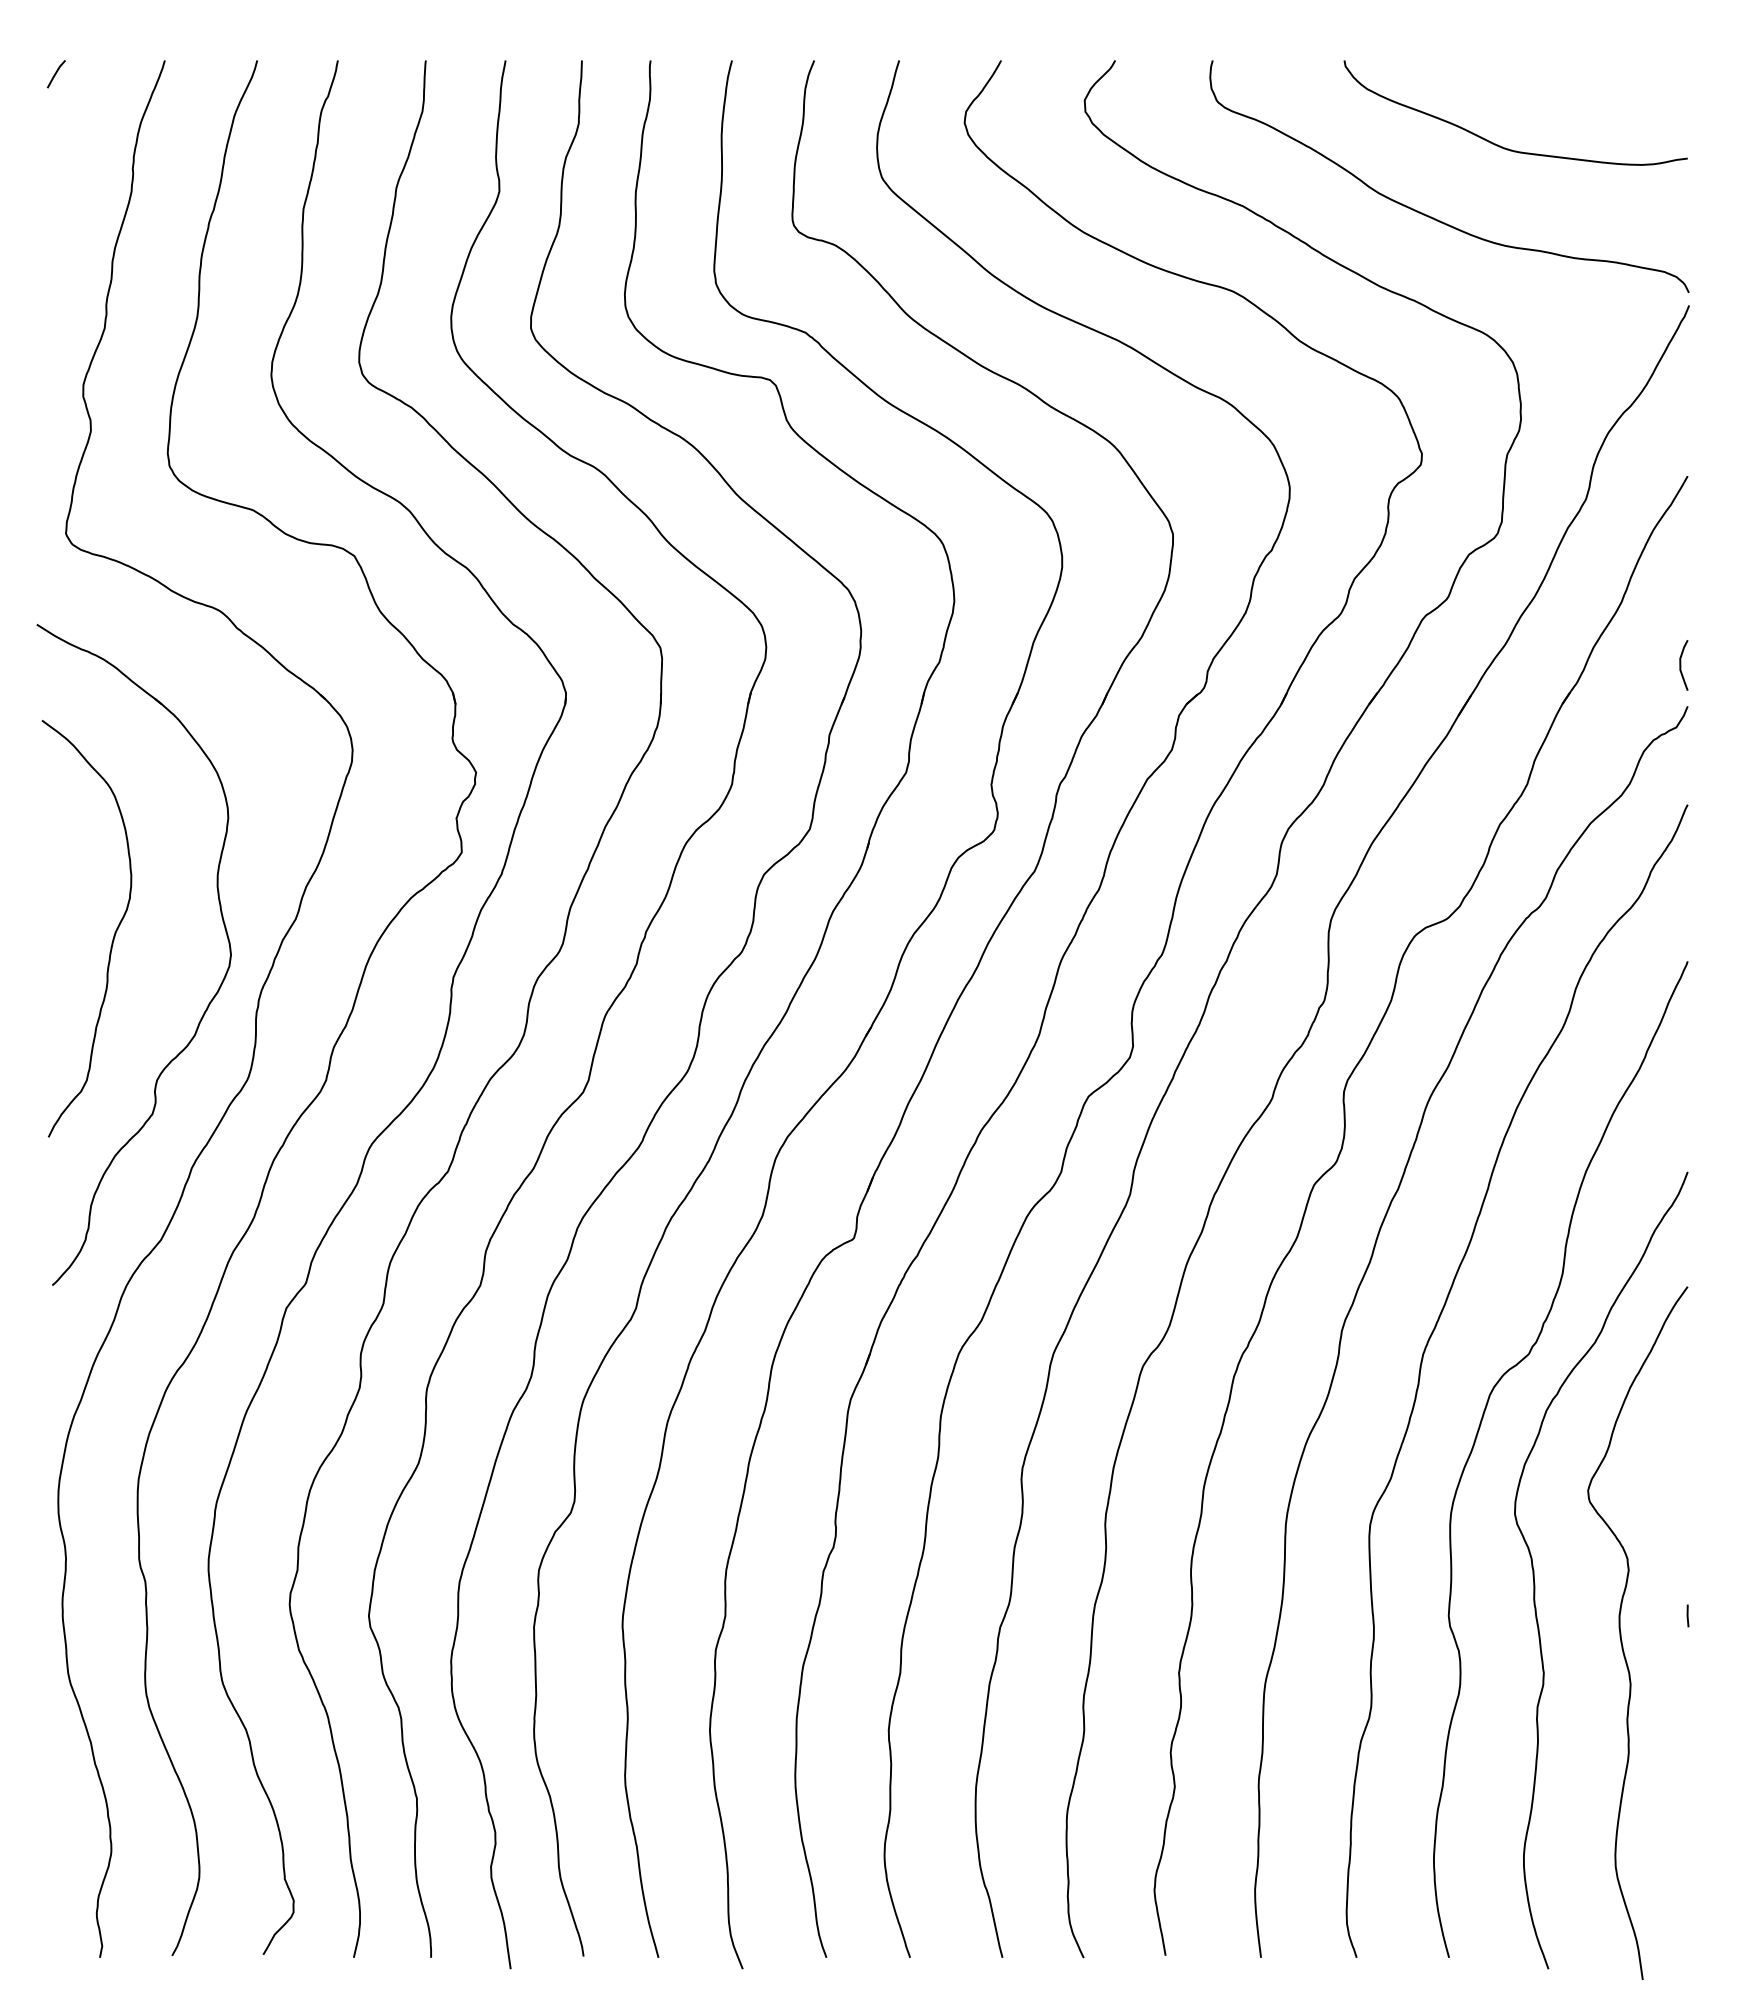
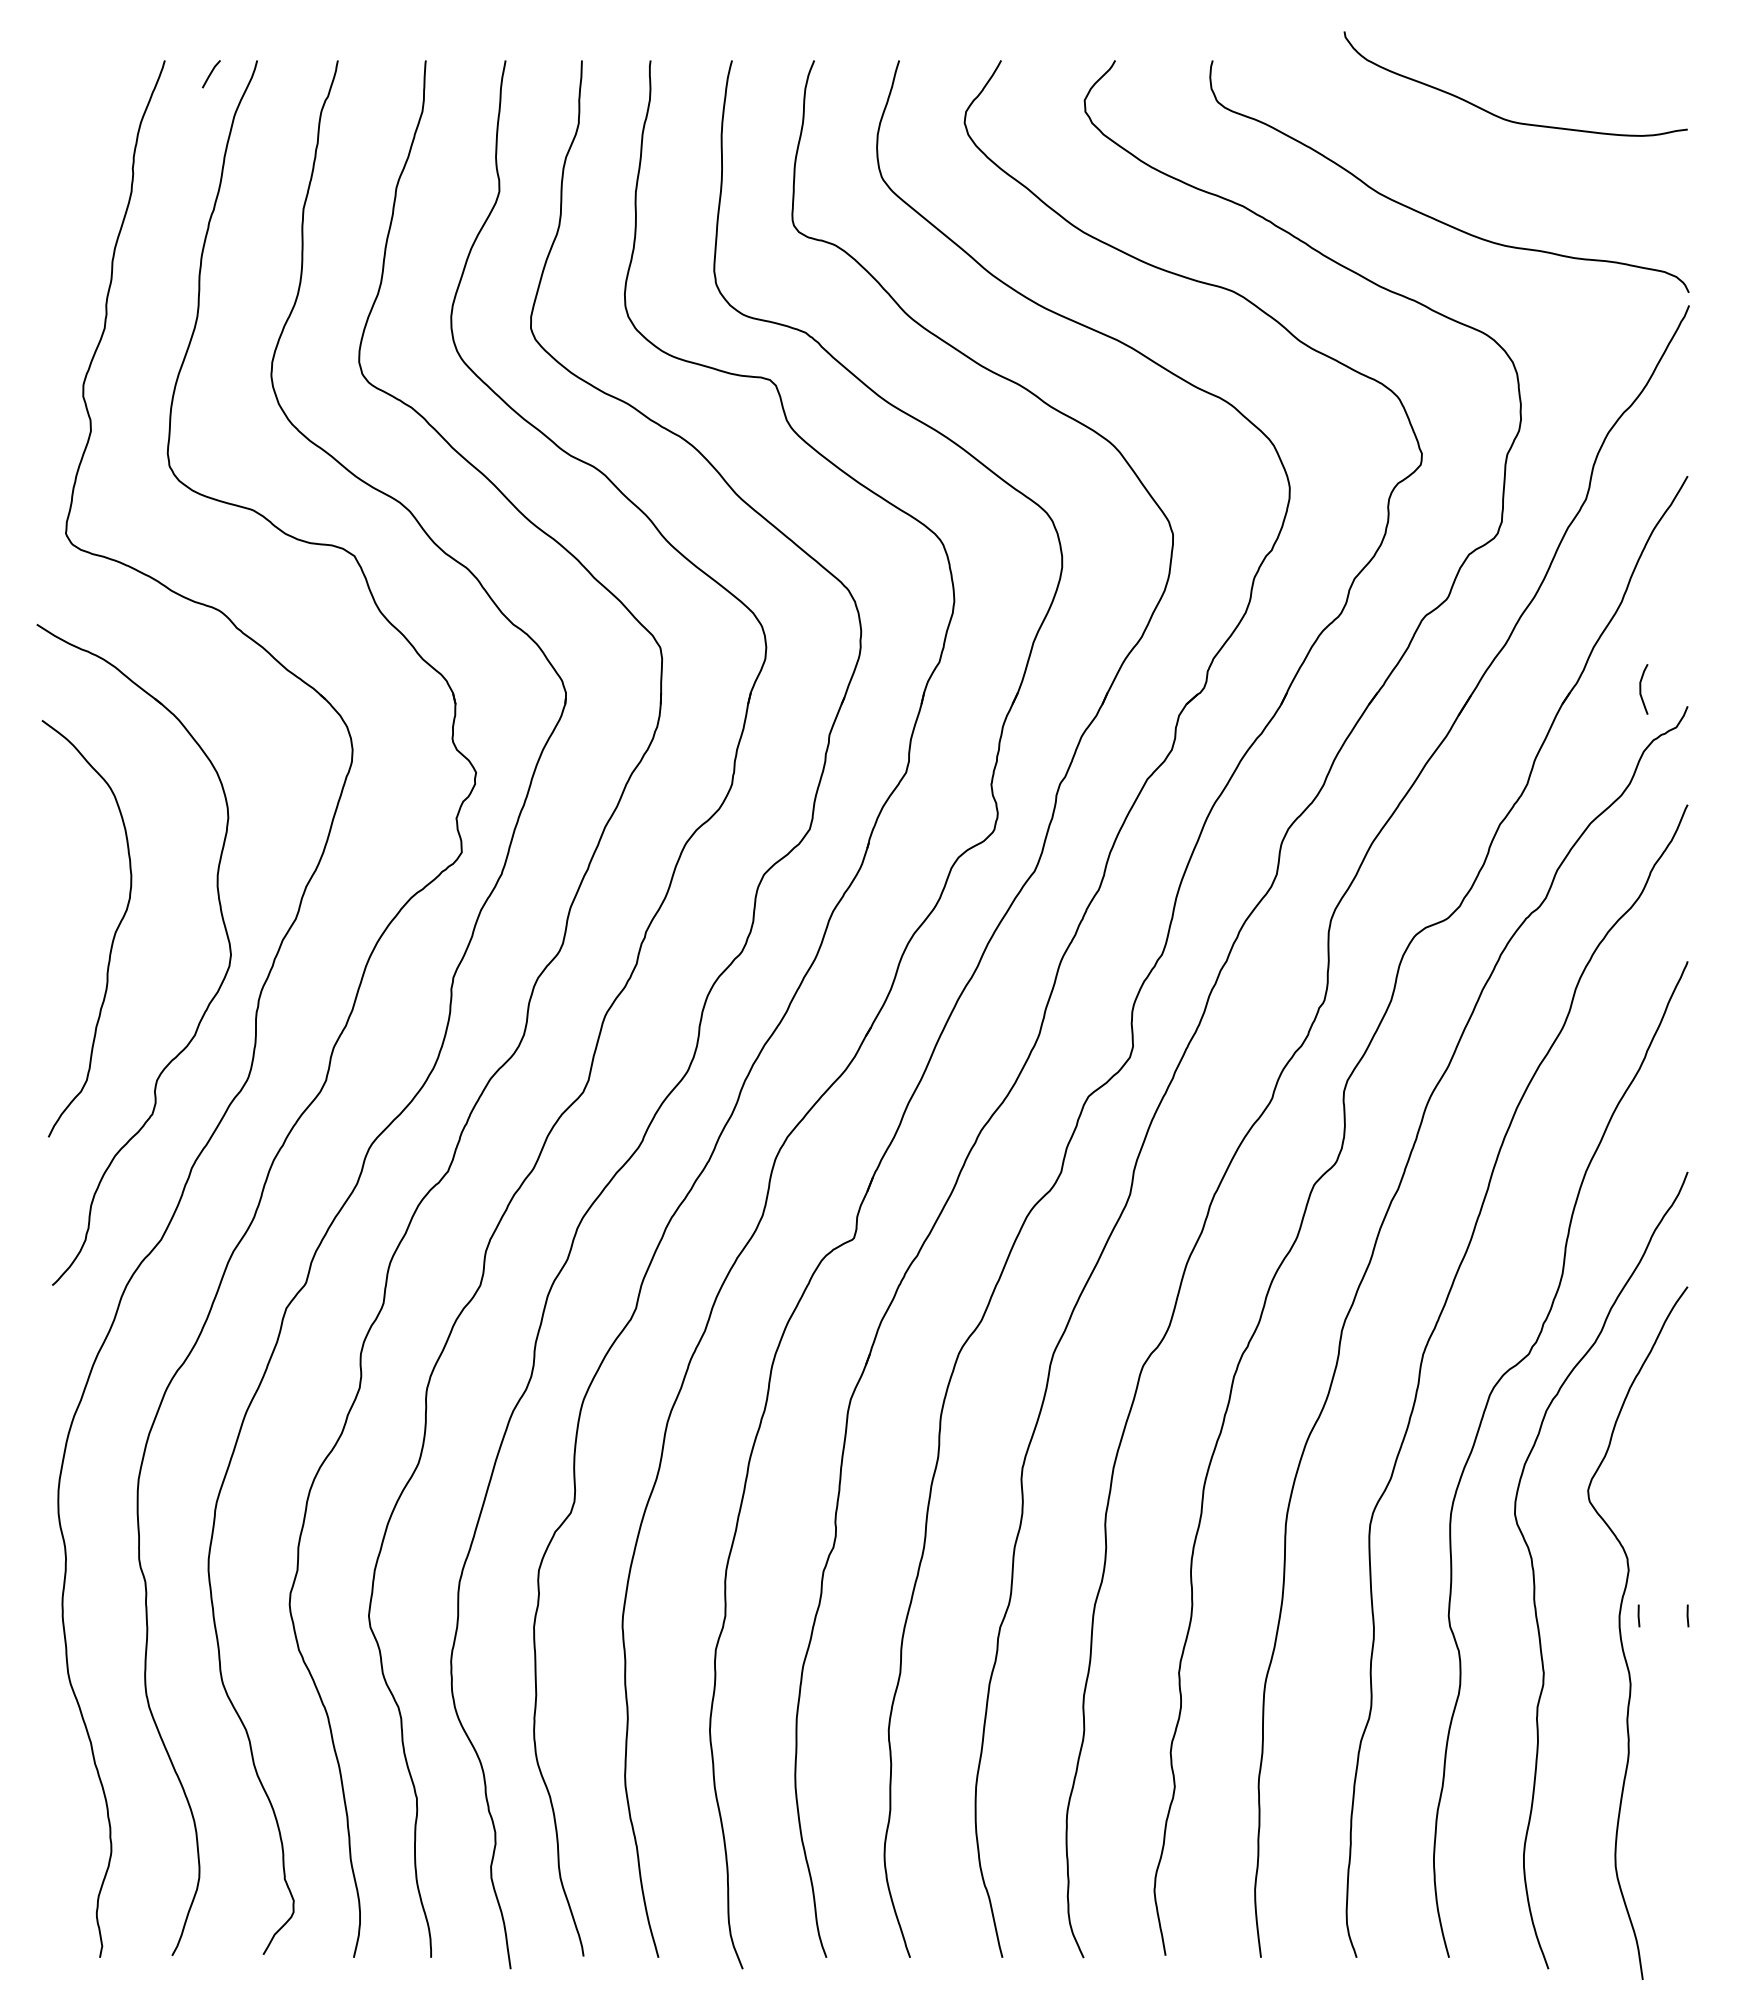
line at (56, 74) position: (56, 74) -> (211, 74)
curve at (1498, 144) position: (1498, 144) -> (1498, 115)
curve at (1681, 665) position: (1681, 665) -> (1641, 689)
line at (1638, 1615): none -> present
